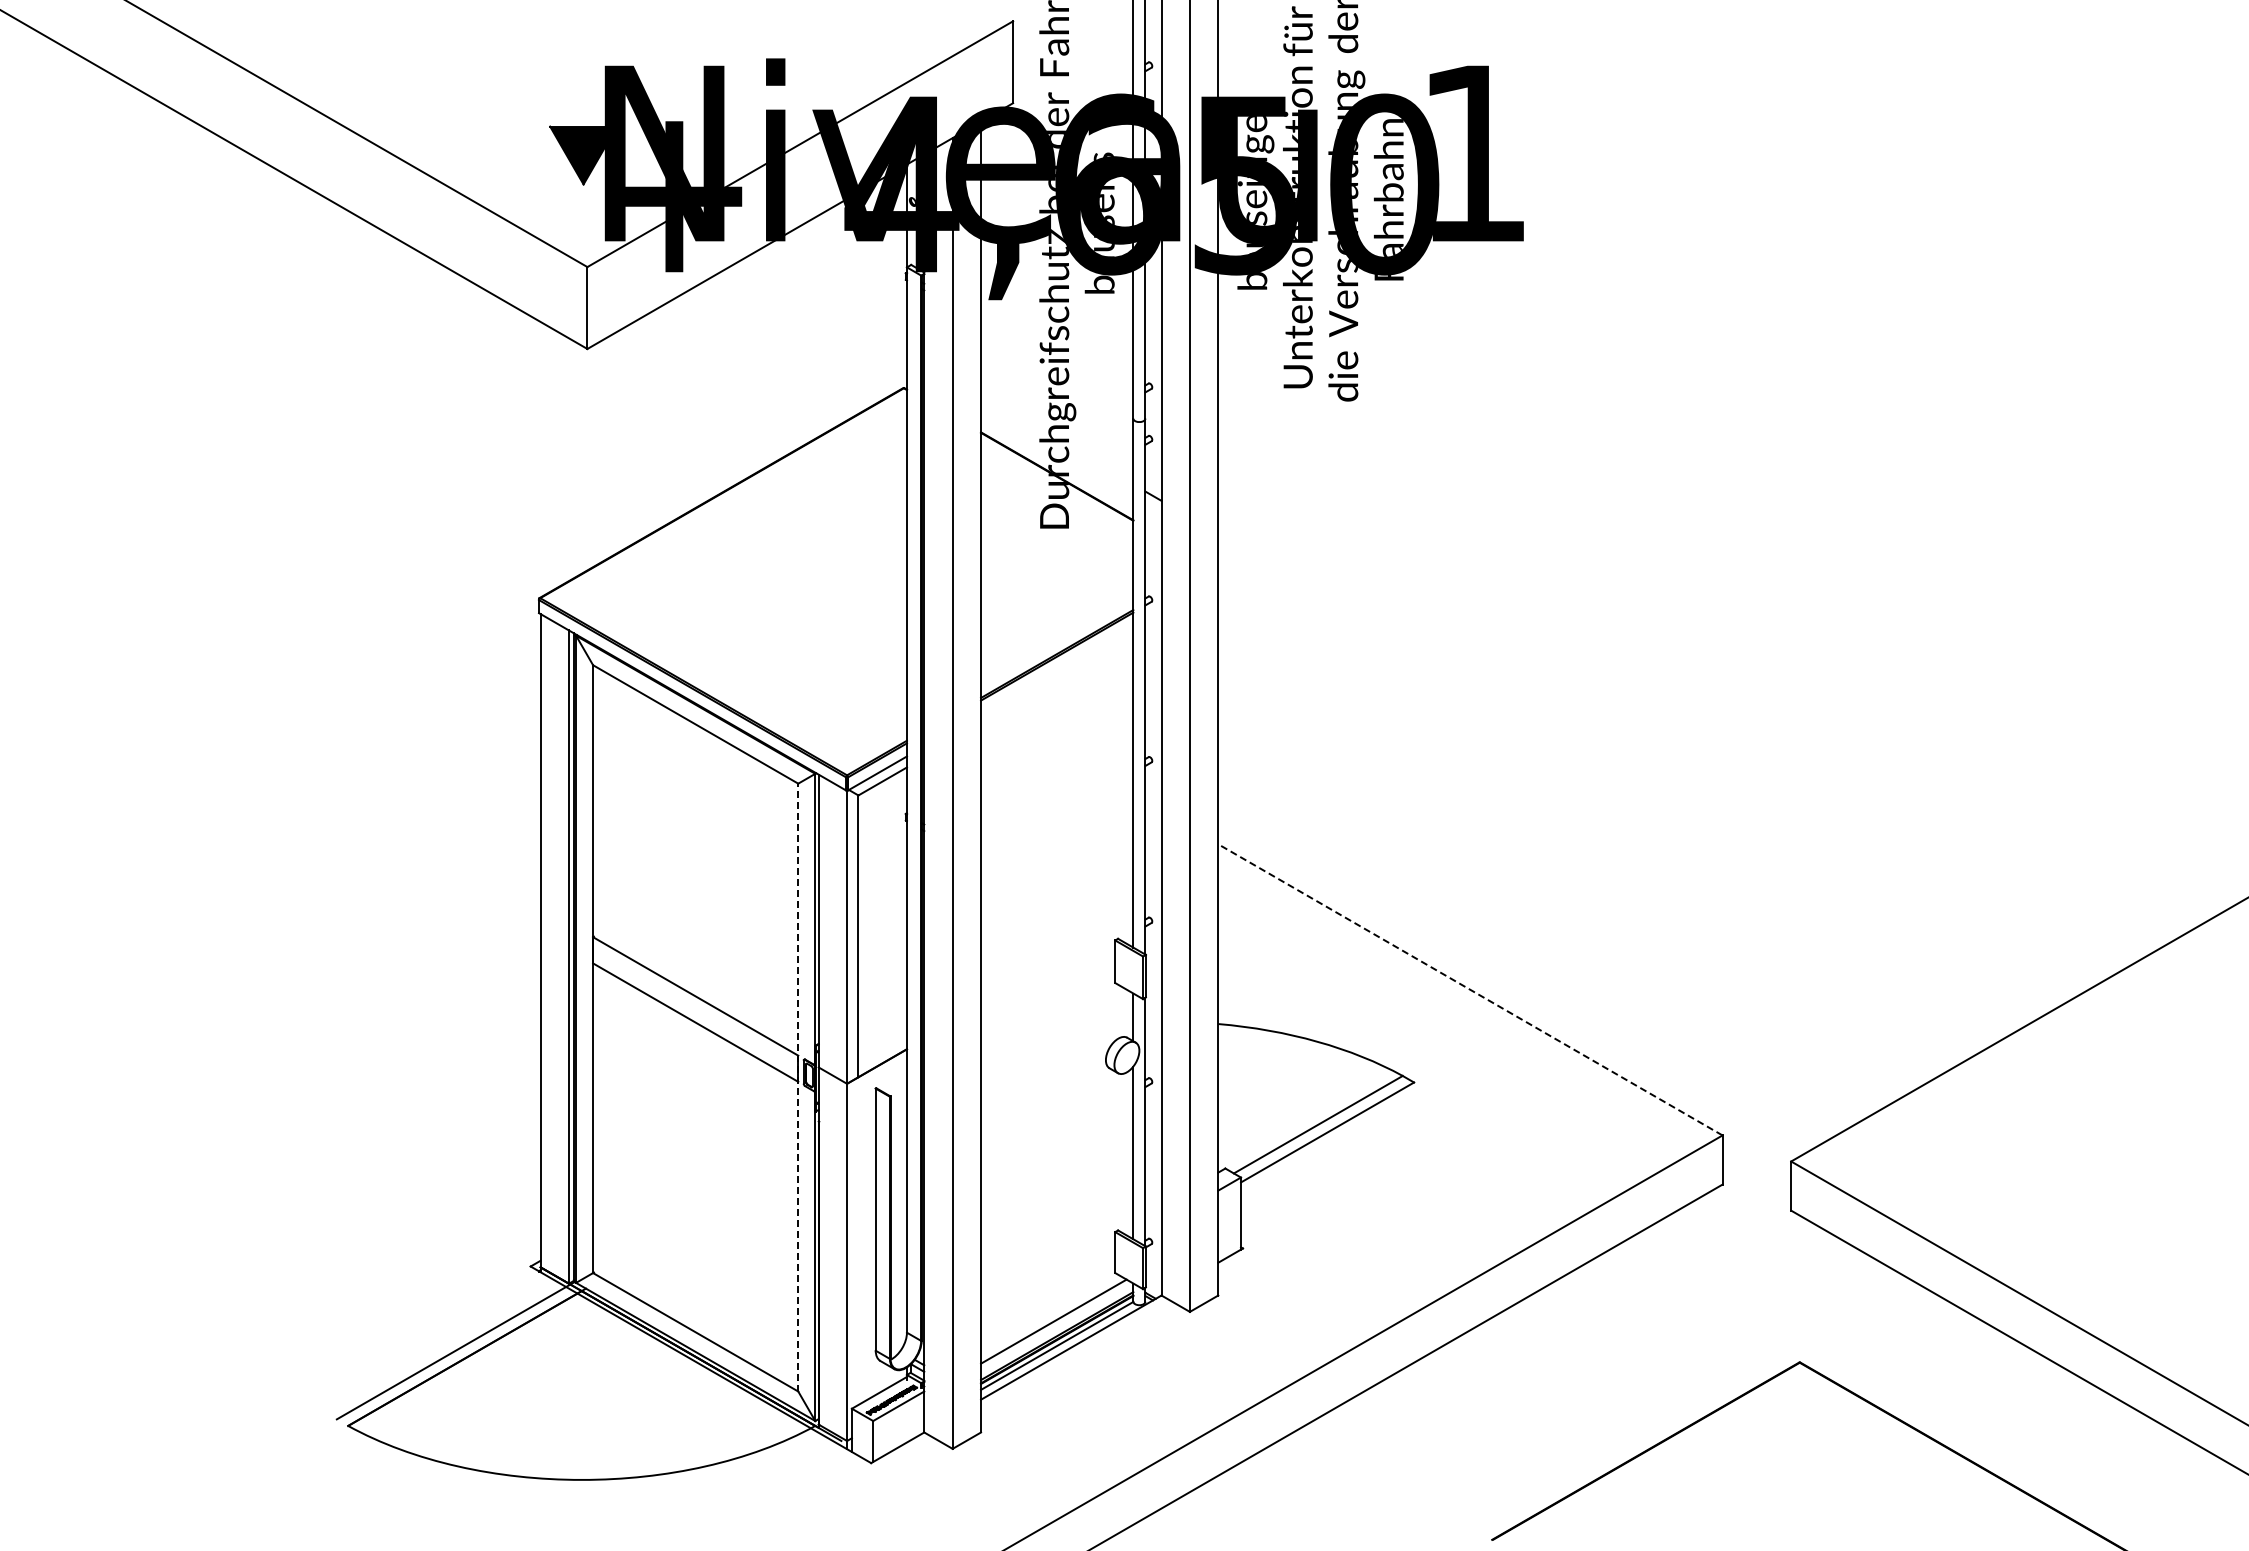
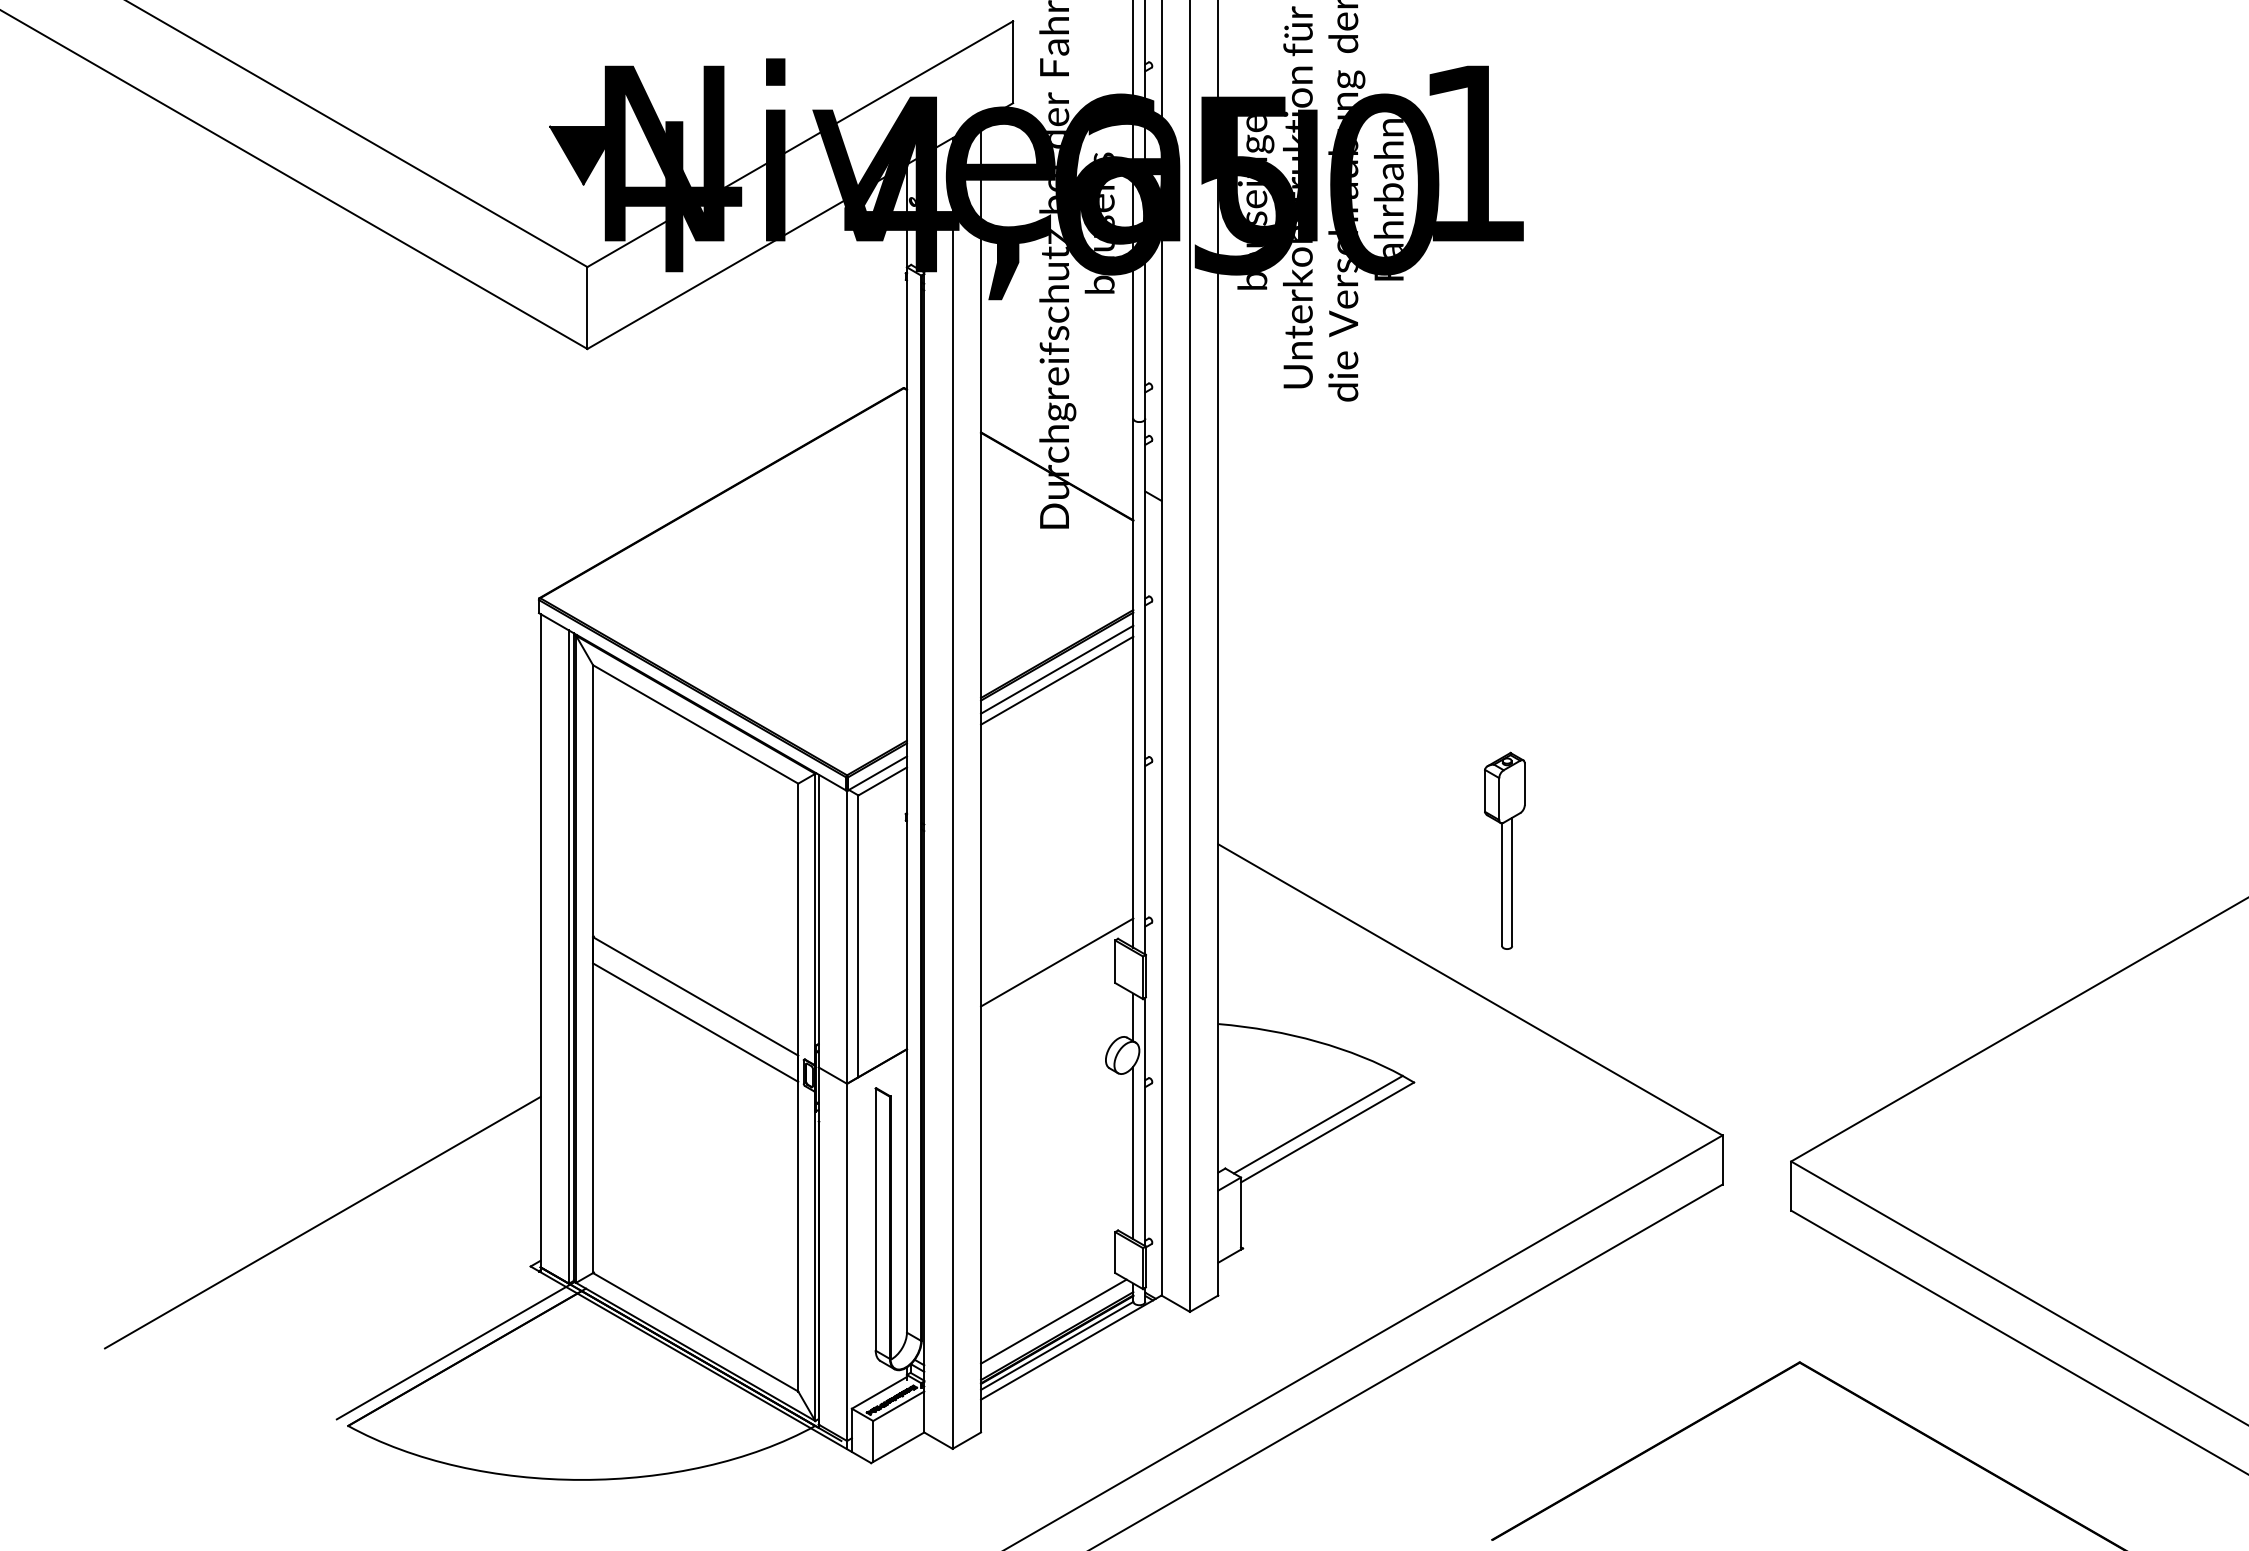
line at (1057, 669): none -> present
line at (1057, 680): none -> present
part at (1504, 850): none -> present
line at (1057, 962): none -> present
line at (1470, 989): dashed -> solid
line at (798, 1087): dashed -> solid
line at (322, 1222): none -> present
